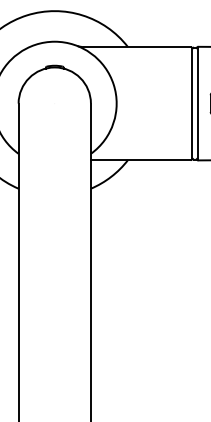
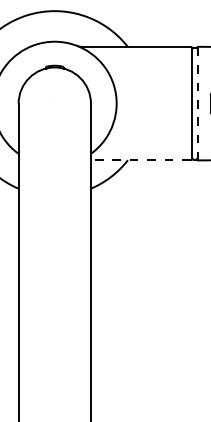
line at (197, 103): solid -> dashed
line at (140, 160): solid -> dashed
